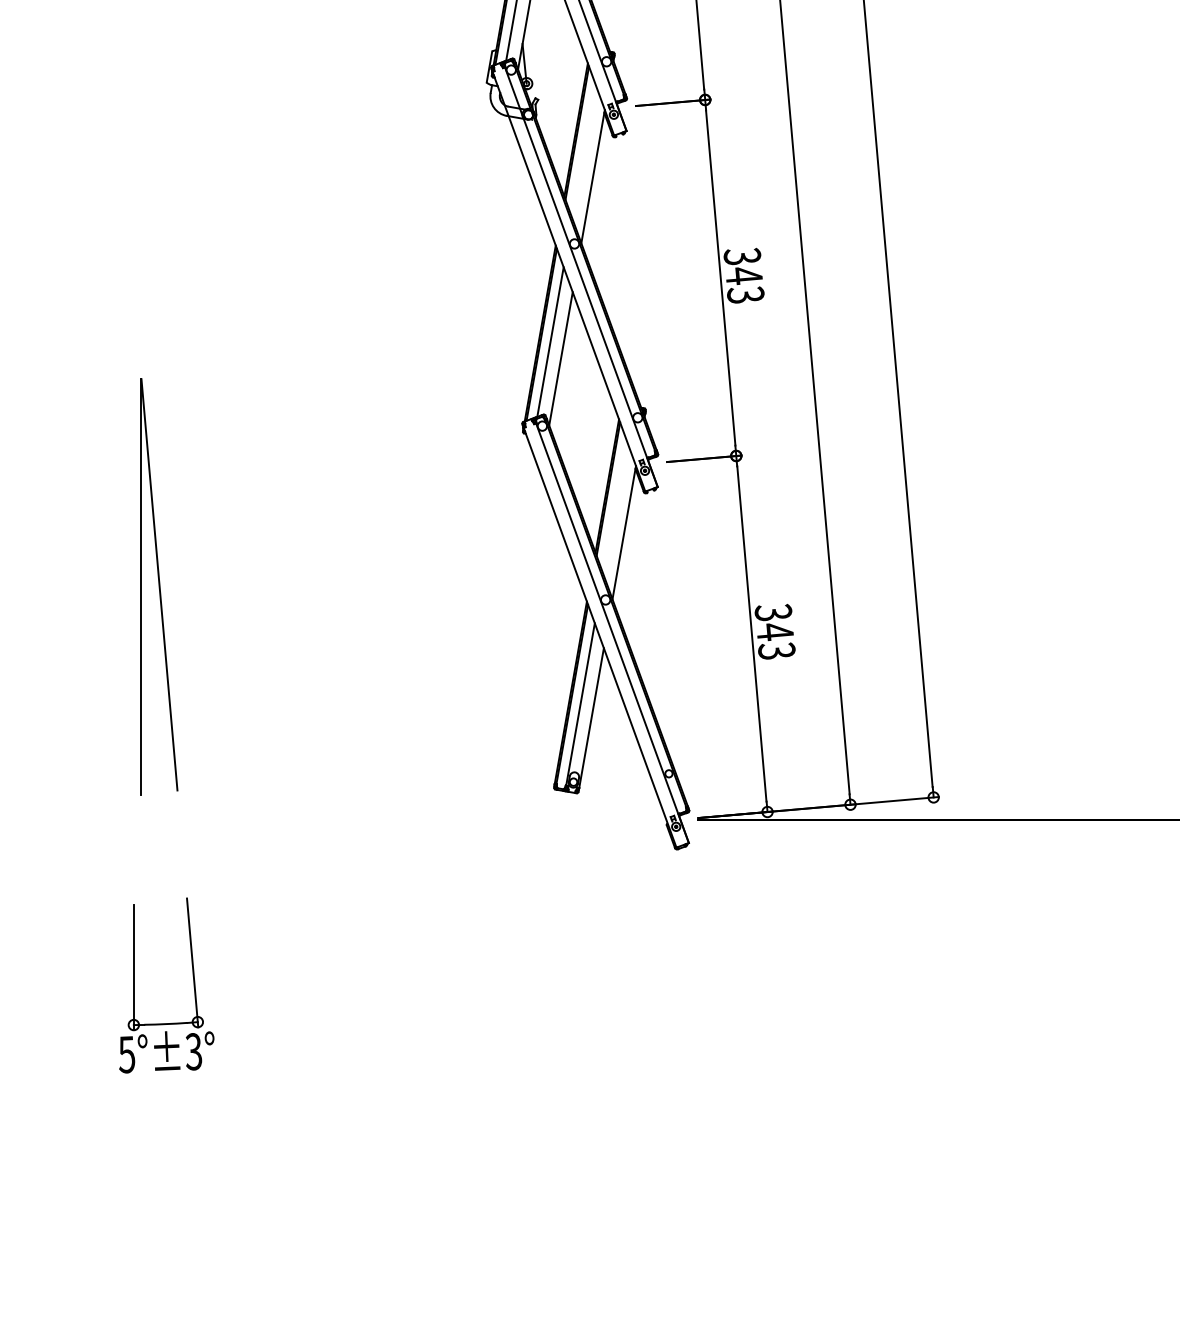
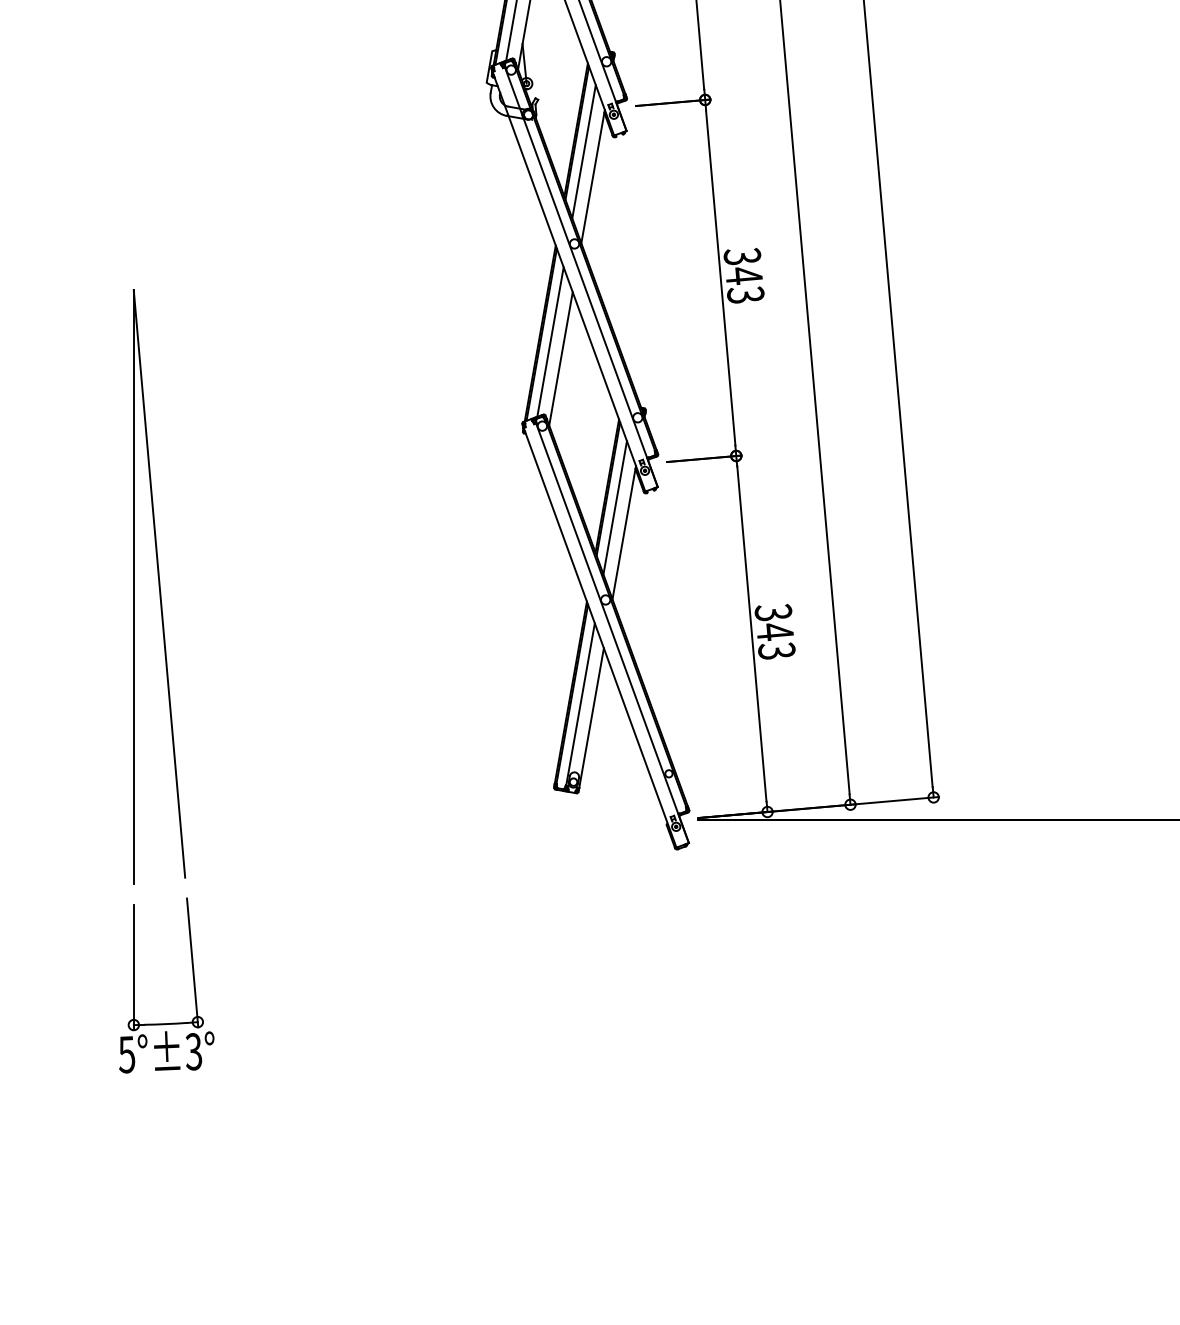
line at (583, 151): none -> present
line at (614, 507): none -> present
part at (159, 586) size: 39x418 px -> 55x596 px
